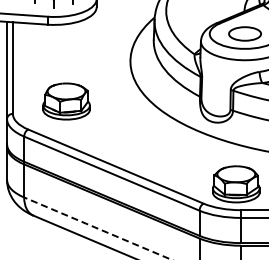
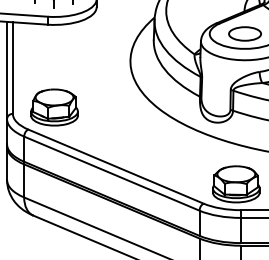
part at (66, 101) position: (66, 101) -> (54, 107)
line at (97, 228): dashed -> solid
